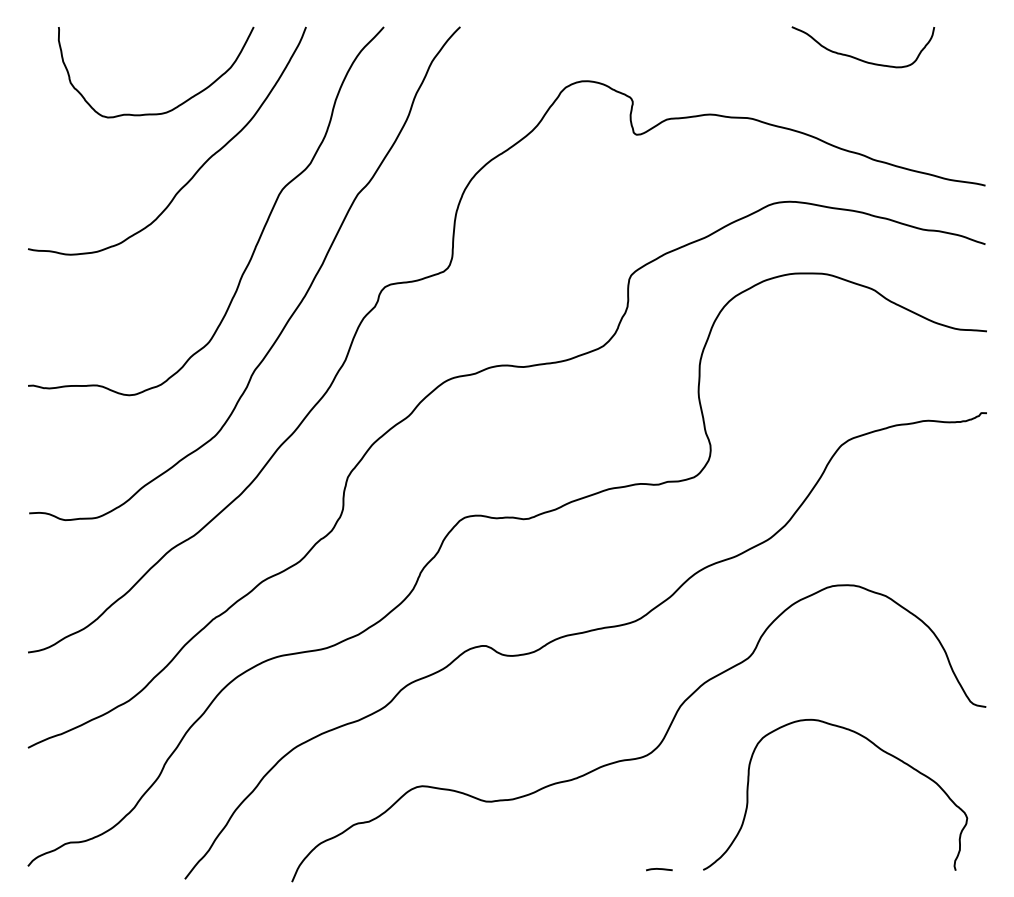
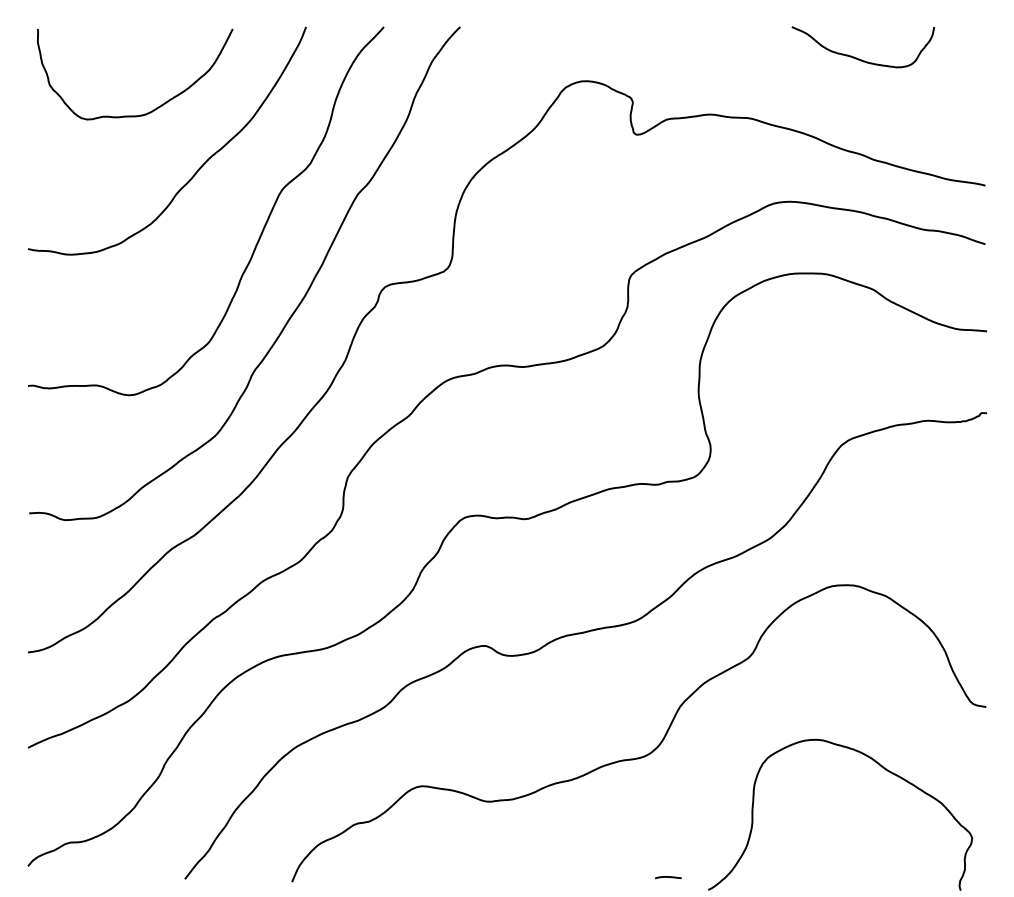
curve at (177, 105) position: (177, 105) -> (156, 107)
curve at (876, 747) position: (876, 747) -> (881, 767)
curve at (659, 869) position: (659, 869) -> (668, 877)
